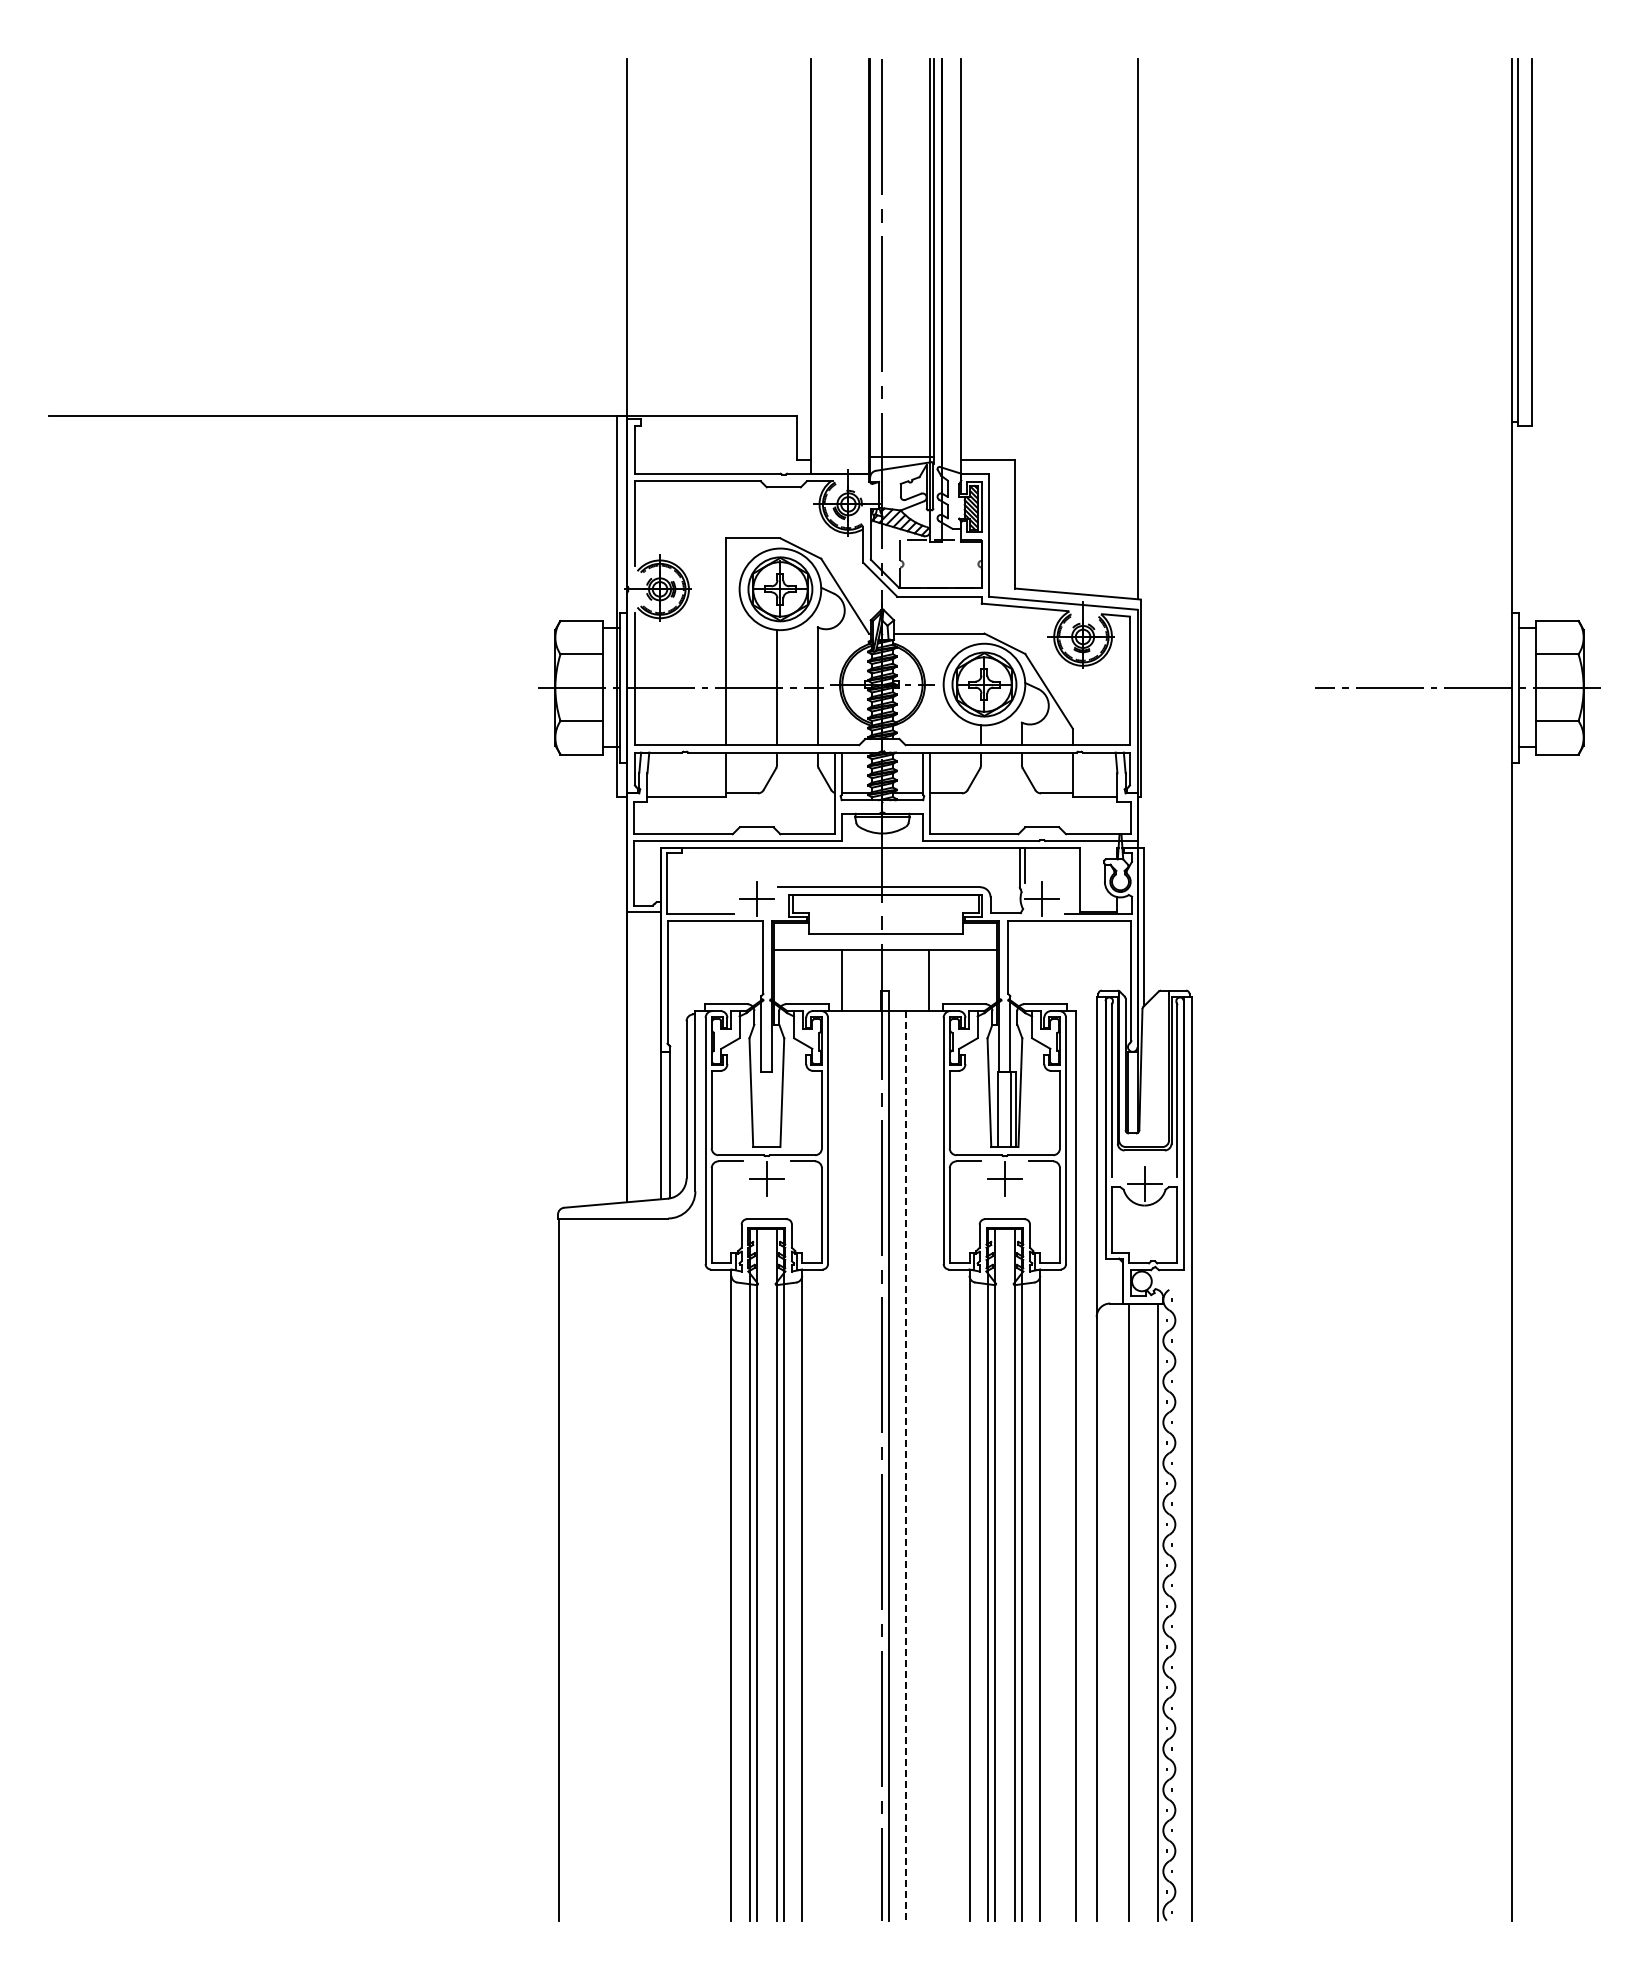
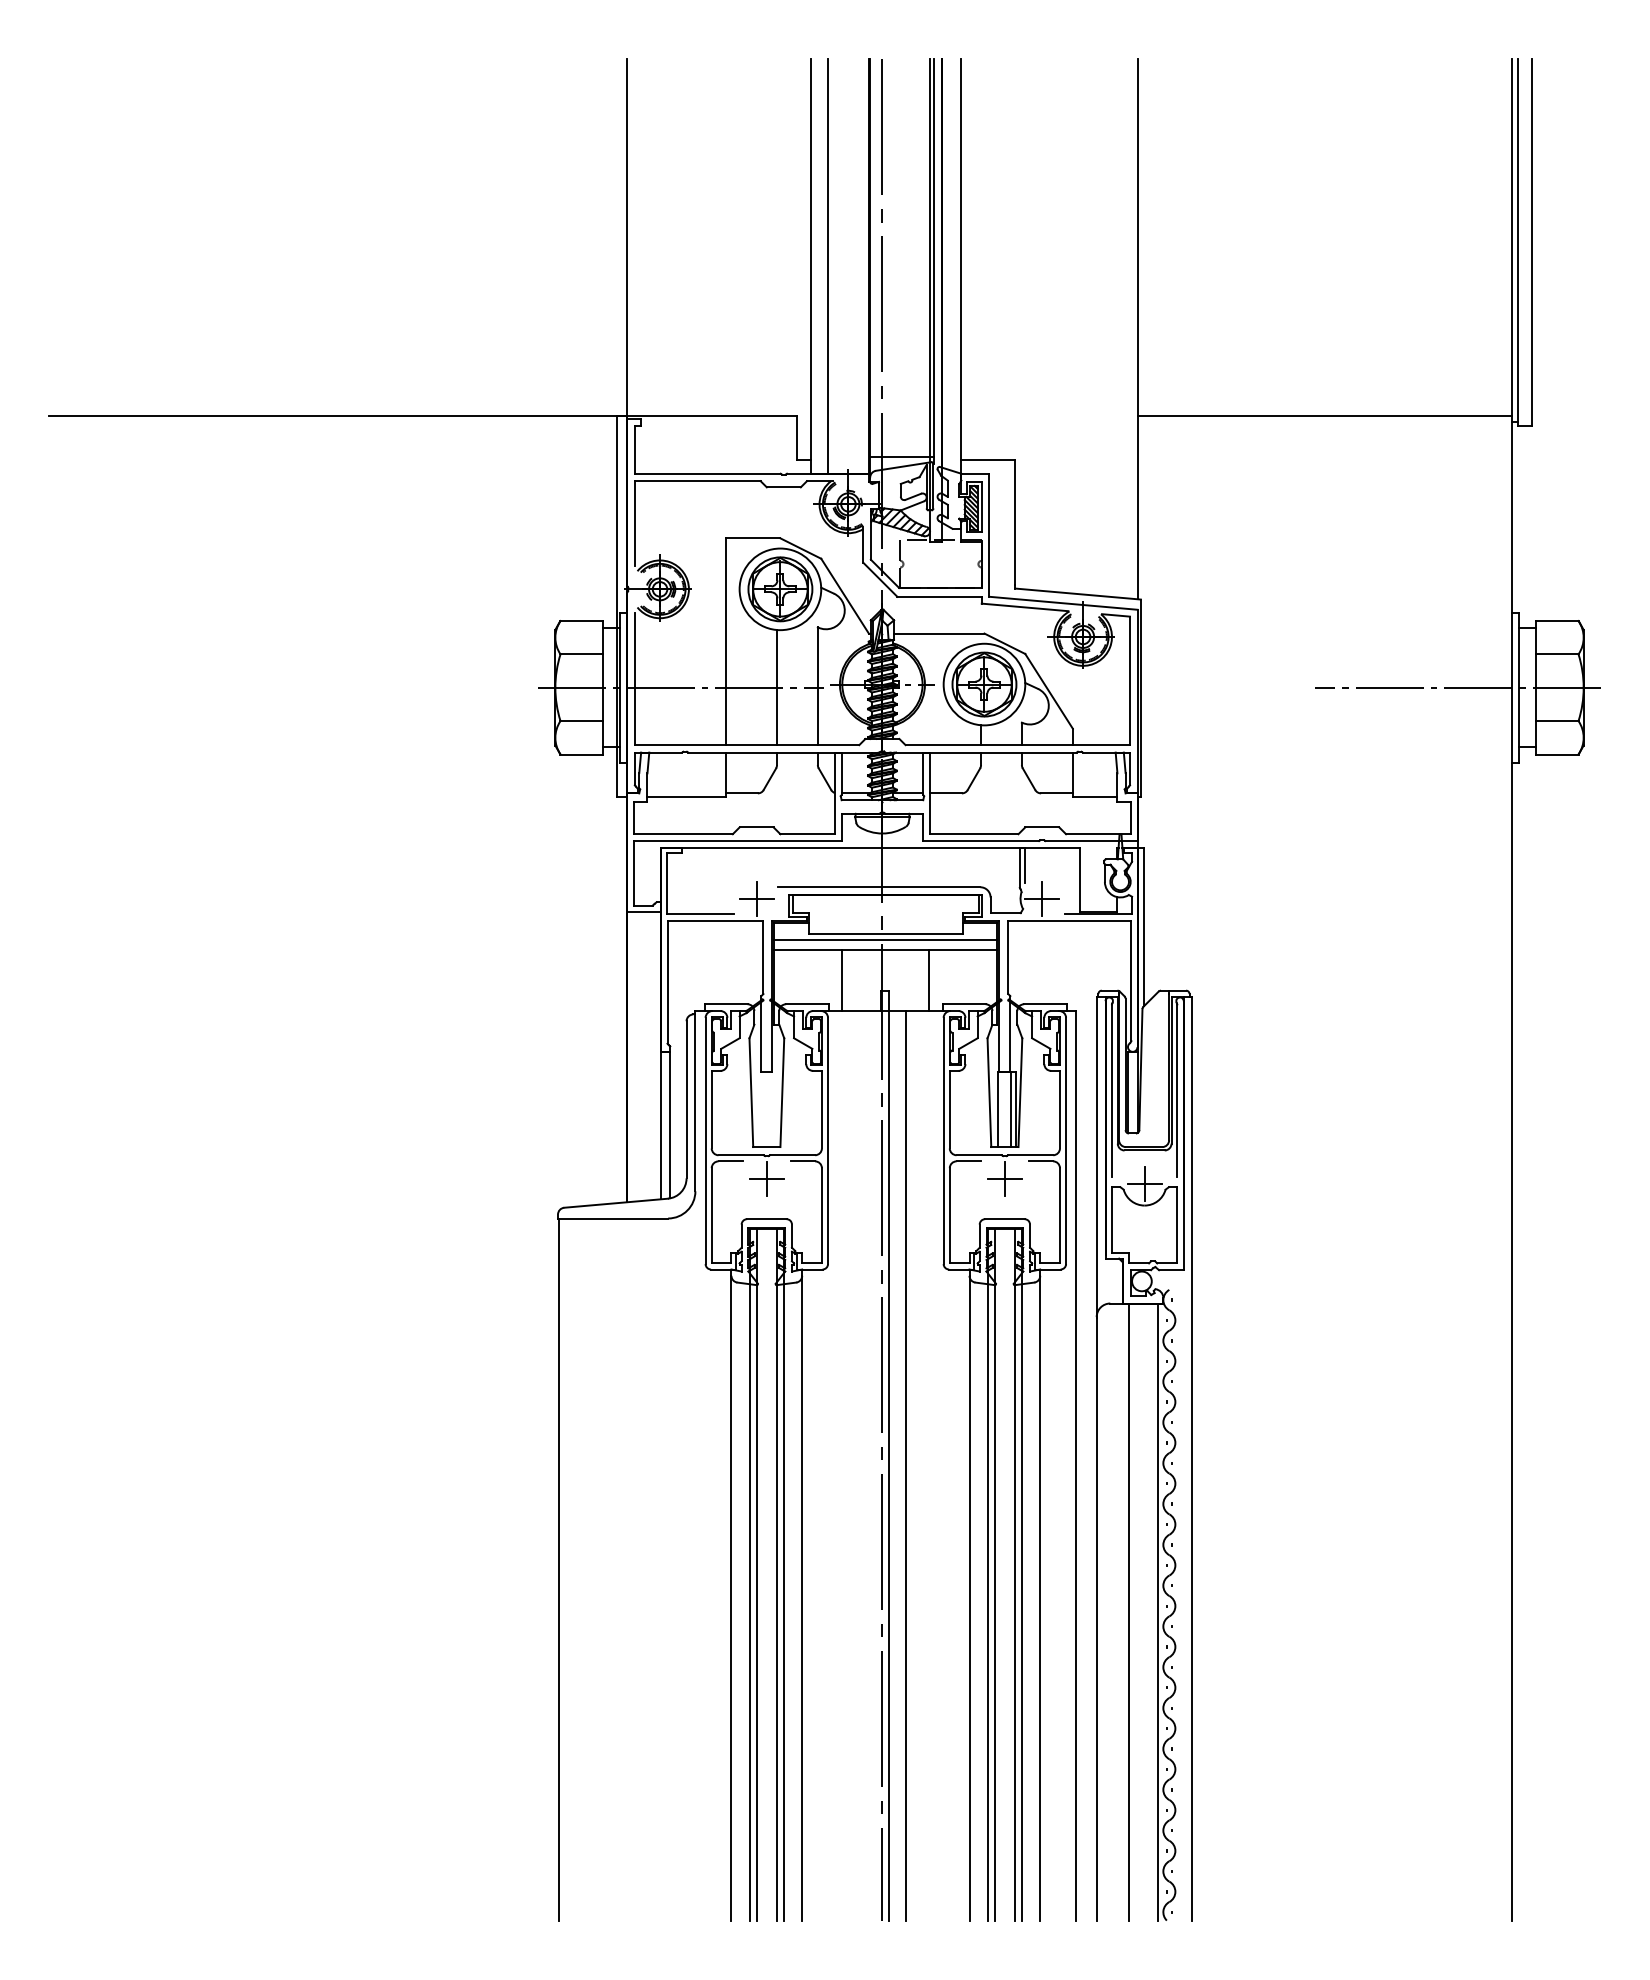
line at (828, 266): none -> present
line at (1324, 415): none -> present
line at (885, 940): none -> present
line at (906, 1465): dashed -> solid
